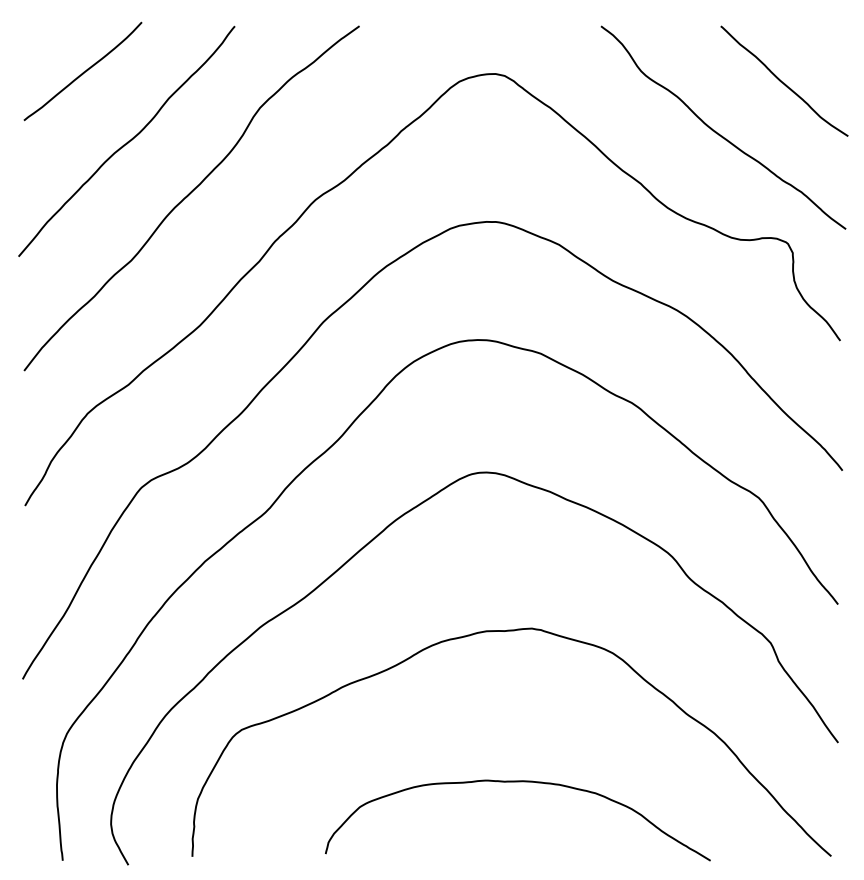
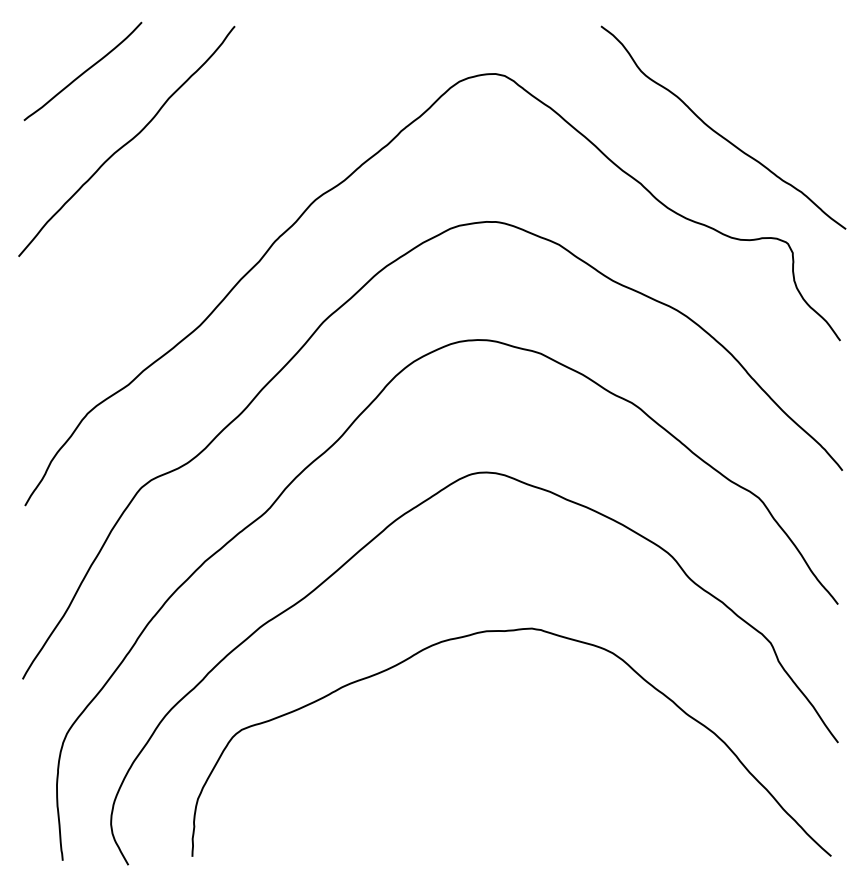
curve at (784, 82): present -> none
curve at (189, 195): present -> none
curve at (517, 782): present -> none
